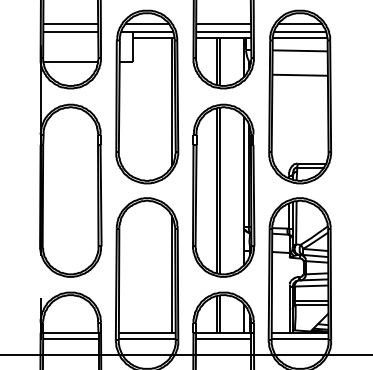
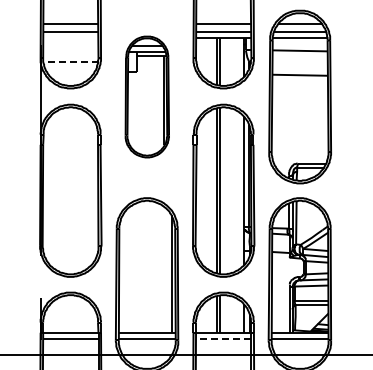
line at (70, 61): solid -> dashed
part at (147, 96) size: 65x176 px -> 46x124 px
line at (223, 338): solid -> dashed
